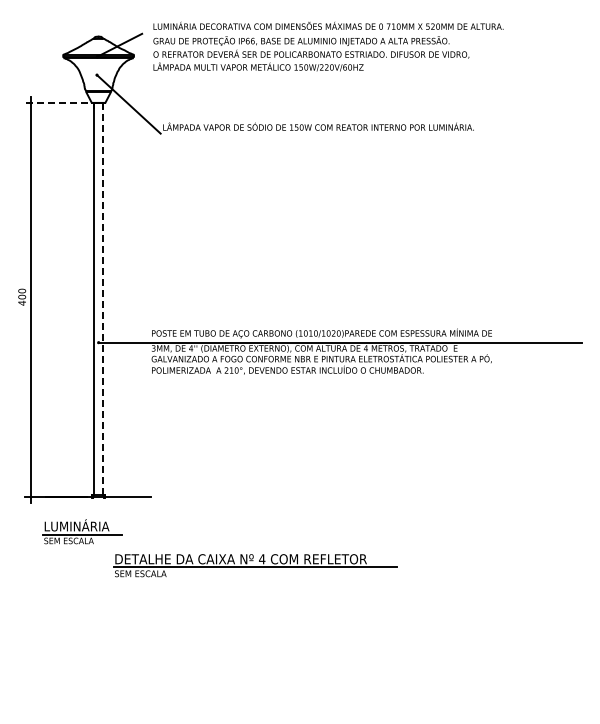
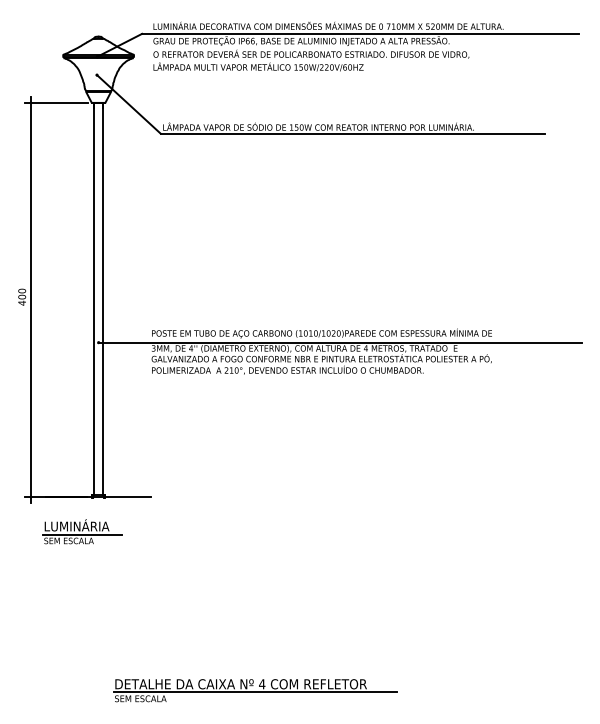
line at (360, 33): none -> present
line at (56, 102): dashed -> solid
line at (352, 133): none -> present
line at (102, 298): dashed -> solid
part at (255, 565) position: (255, 565) -> (255, 690)
